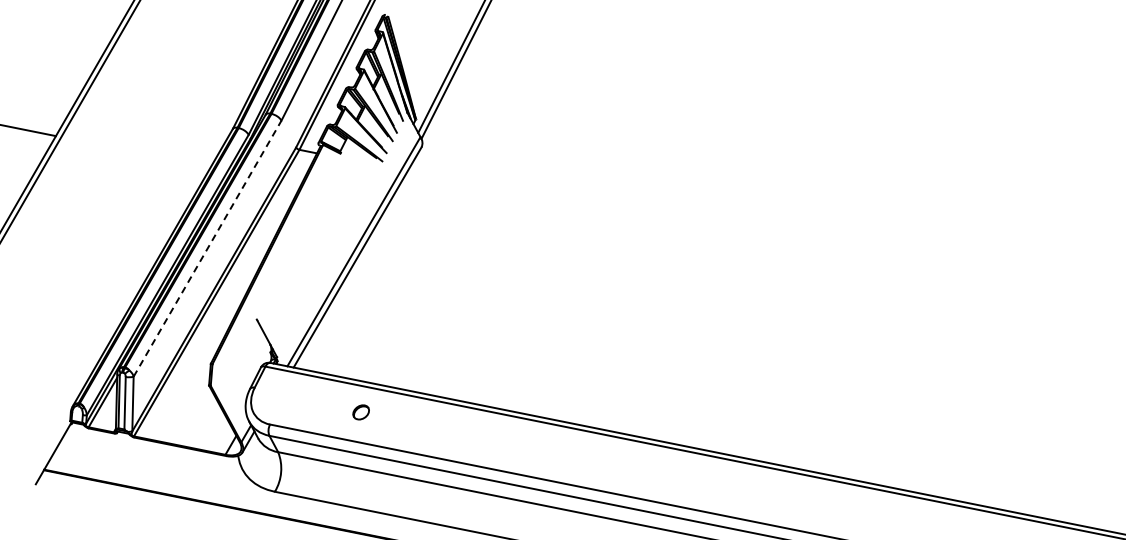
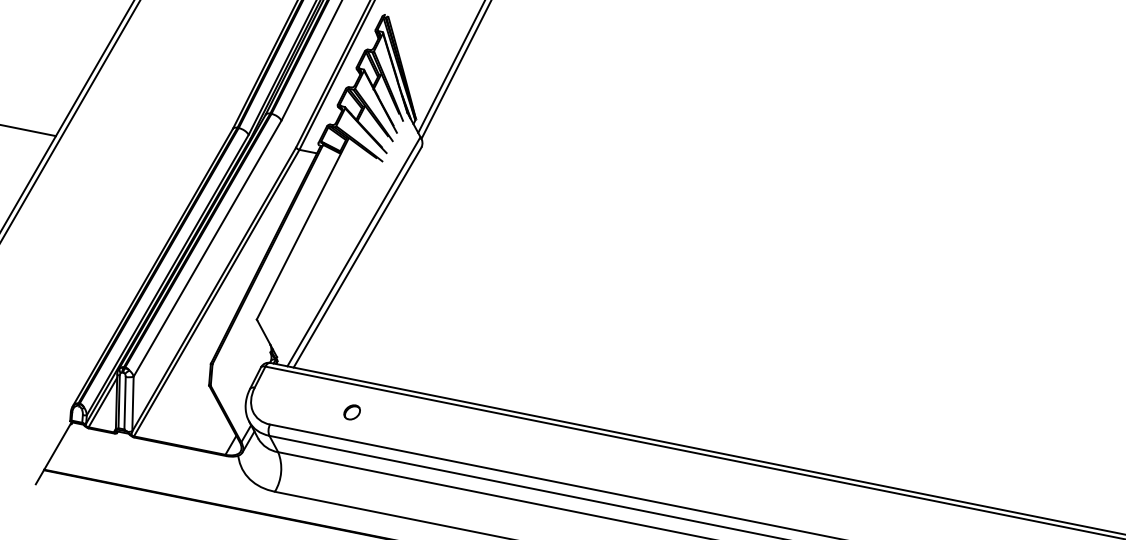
line at (302, 228): none -> present
line at (207, 248): dashed -> solid
part at (360, 412) position: (360, 412) -> (351, 412)
